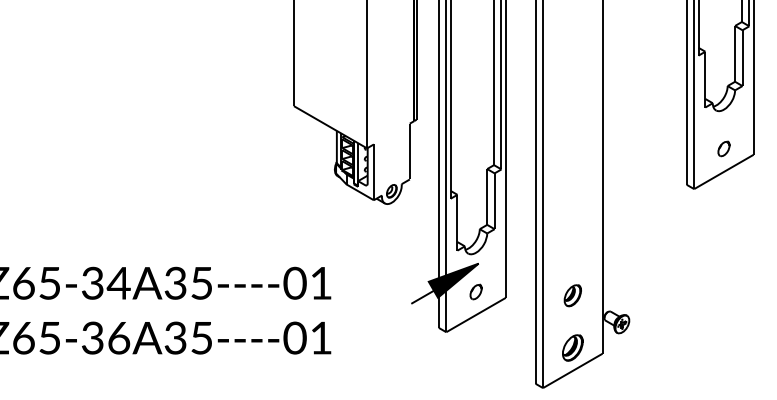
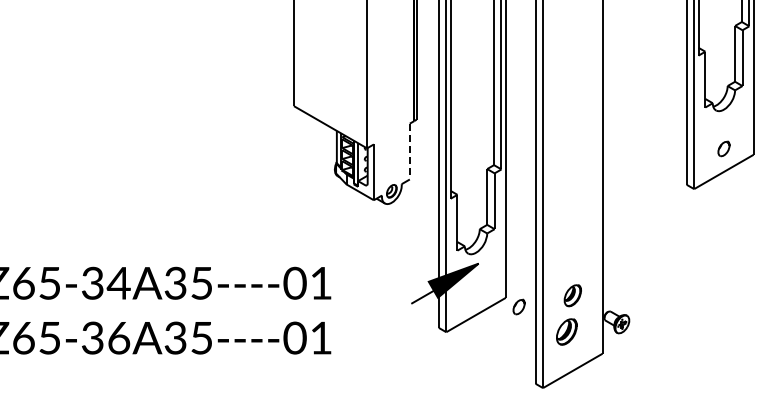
line at (409, 151): solid -> dashed
part at (475, 291) position: (475, 291) -> (518, 306)
part at (572, 347) position: (572, 347) -> (566, 331)
